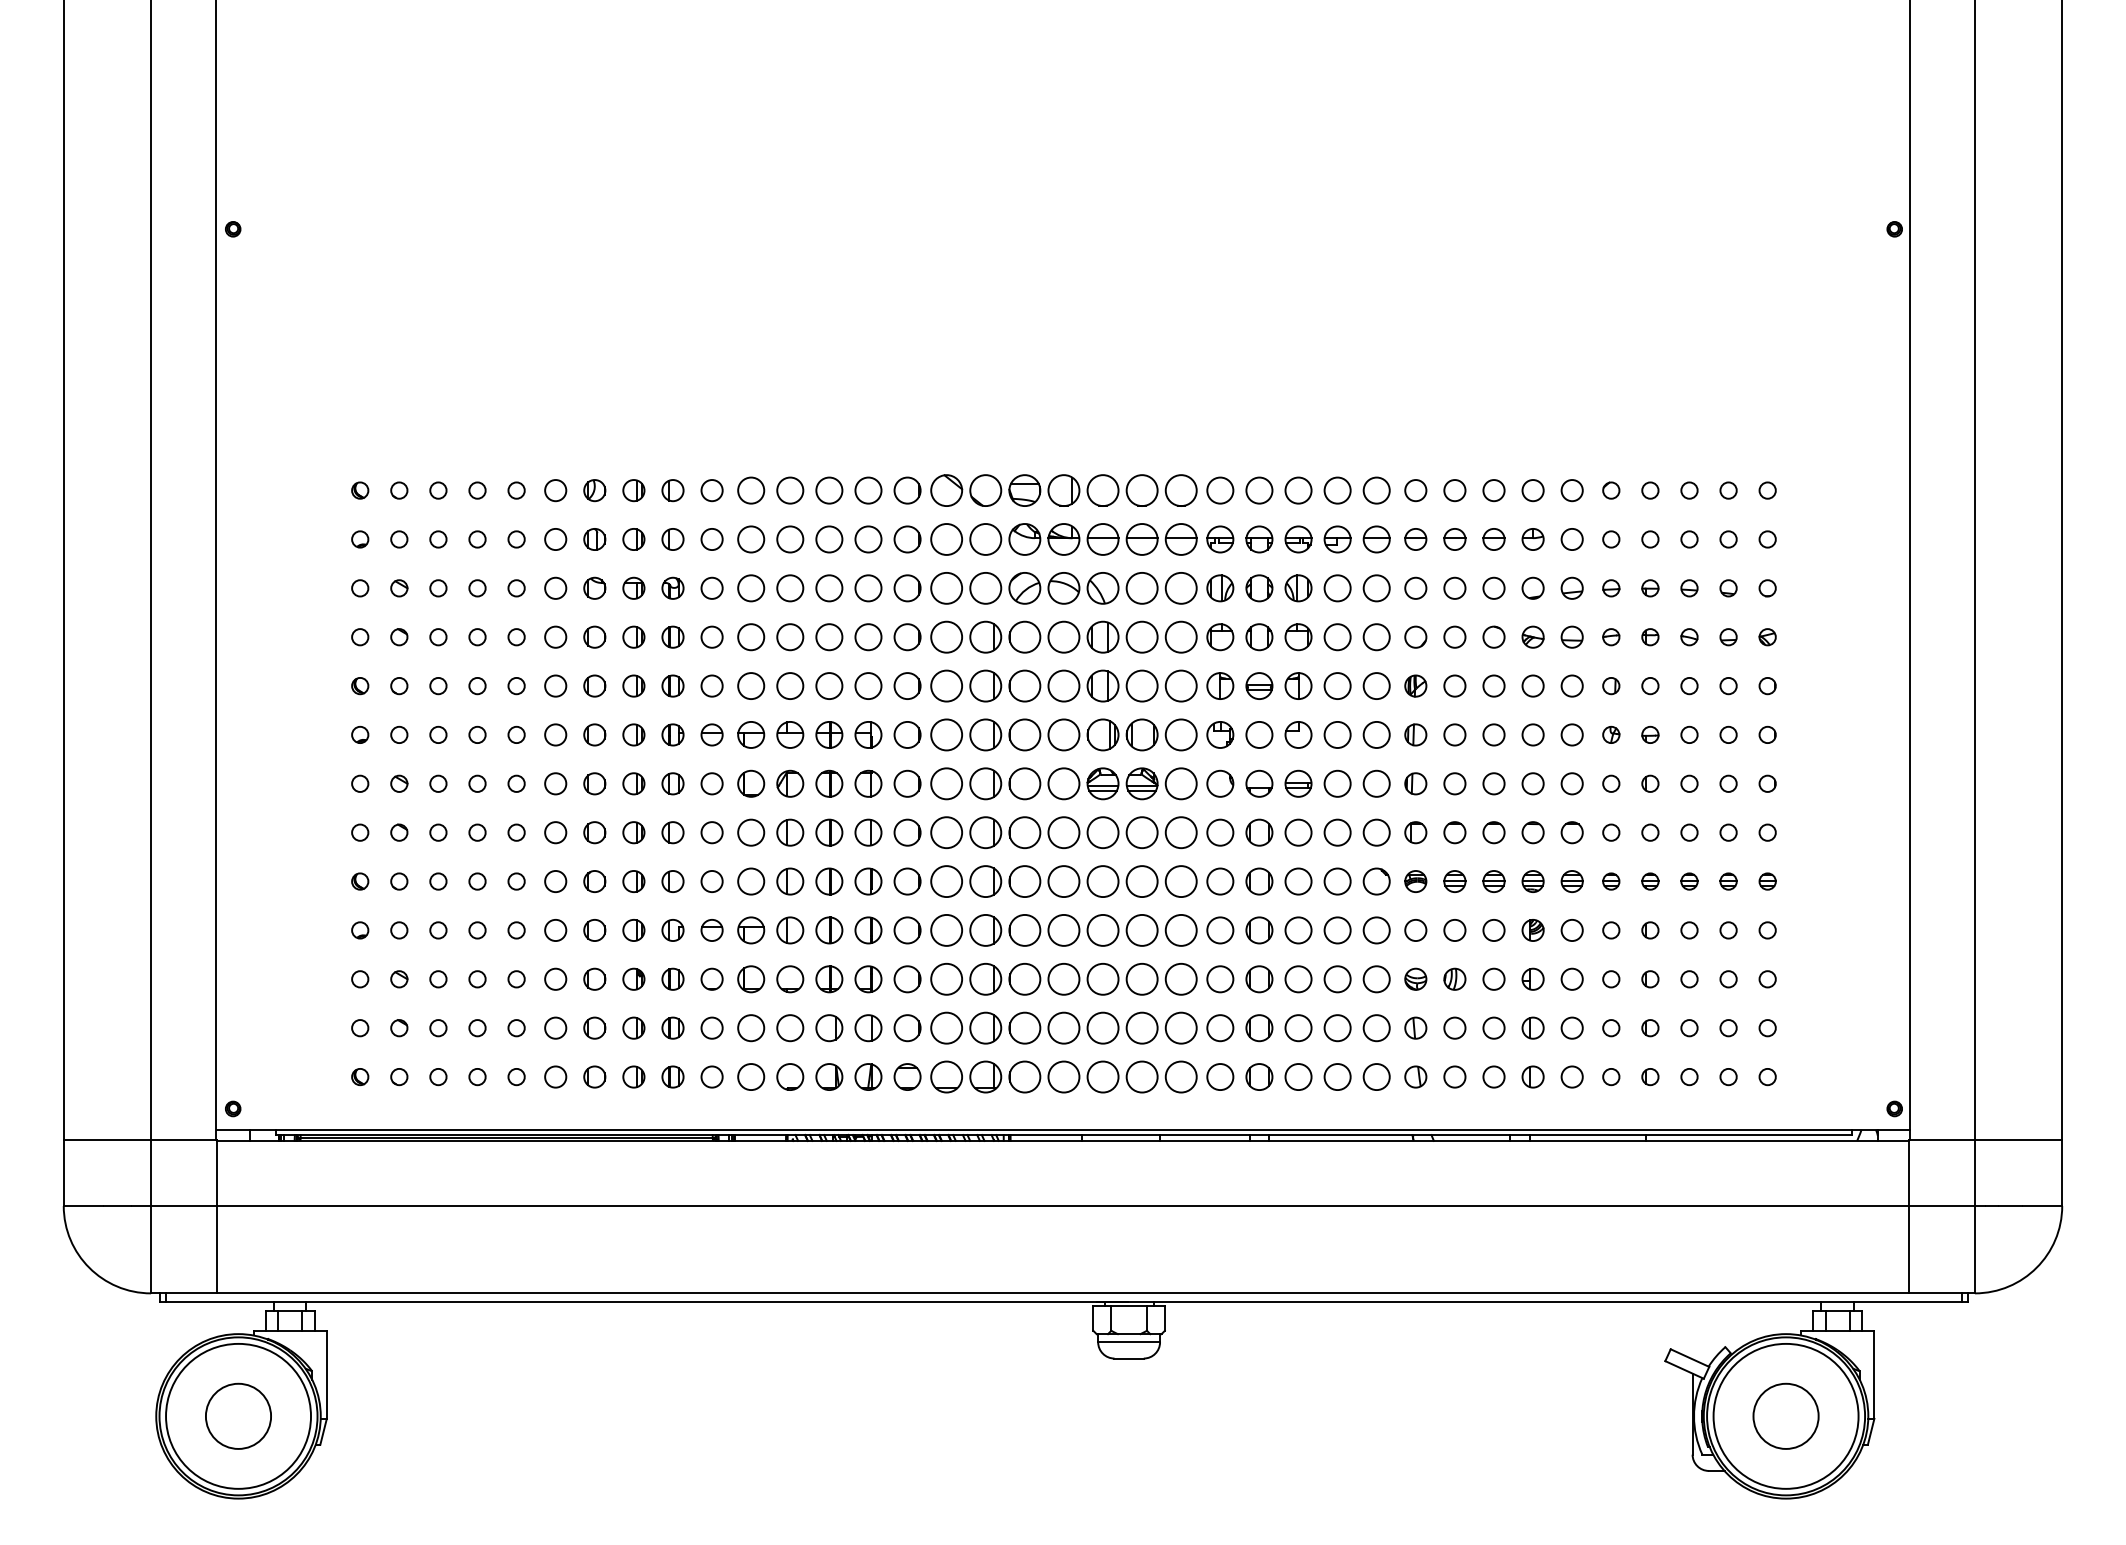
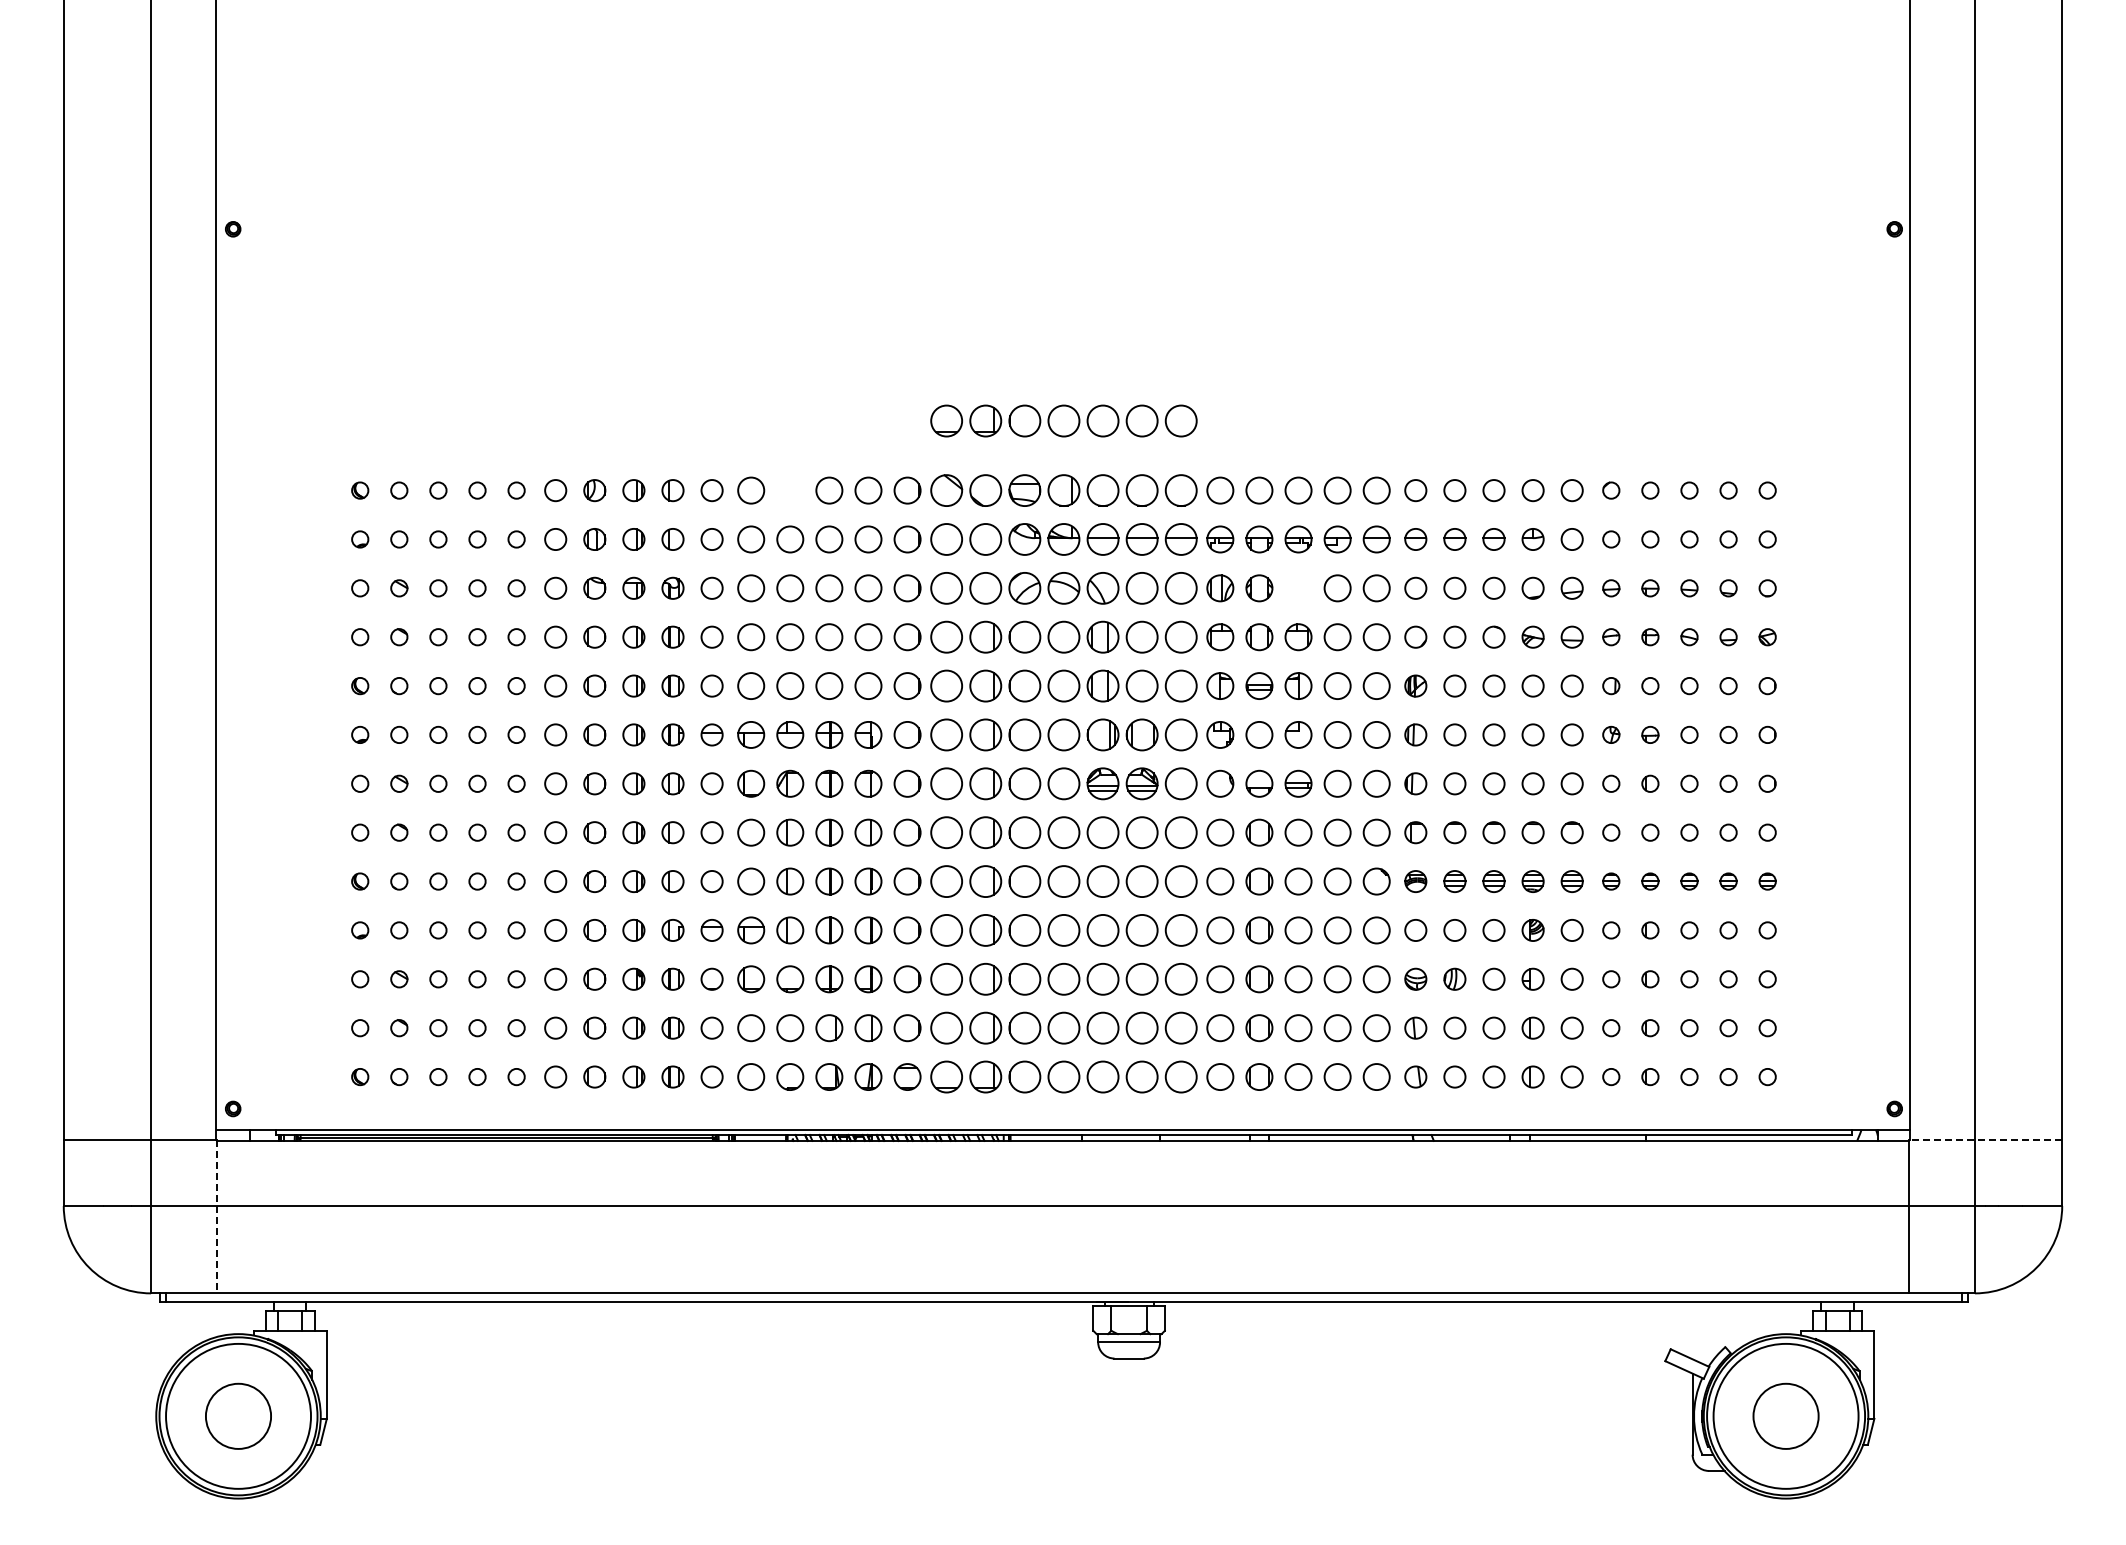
part at (1063, 420): none -> present
circle at (790, 490): present -> none
part at (1298, 588): present -> none
line at (1985, 1140): solid -> dashed
line at (216, 1216): solid -> dashed
